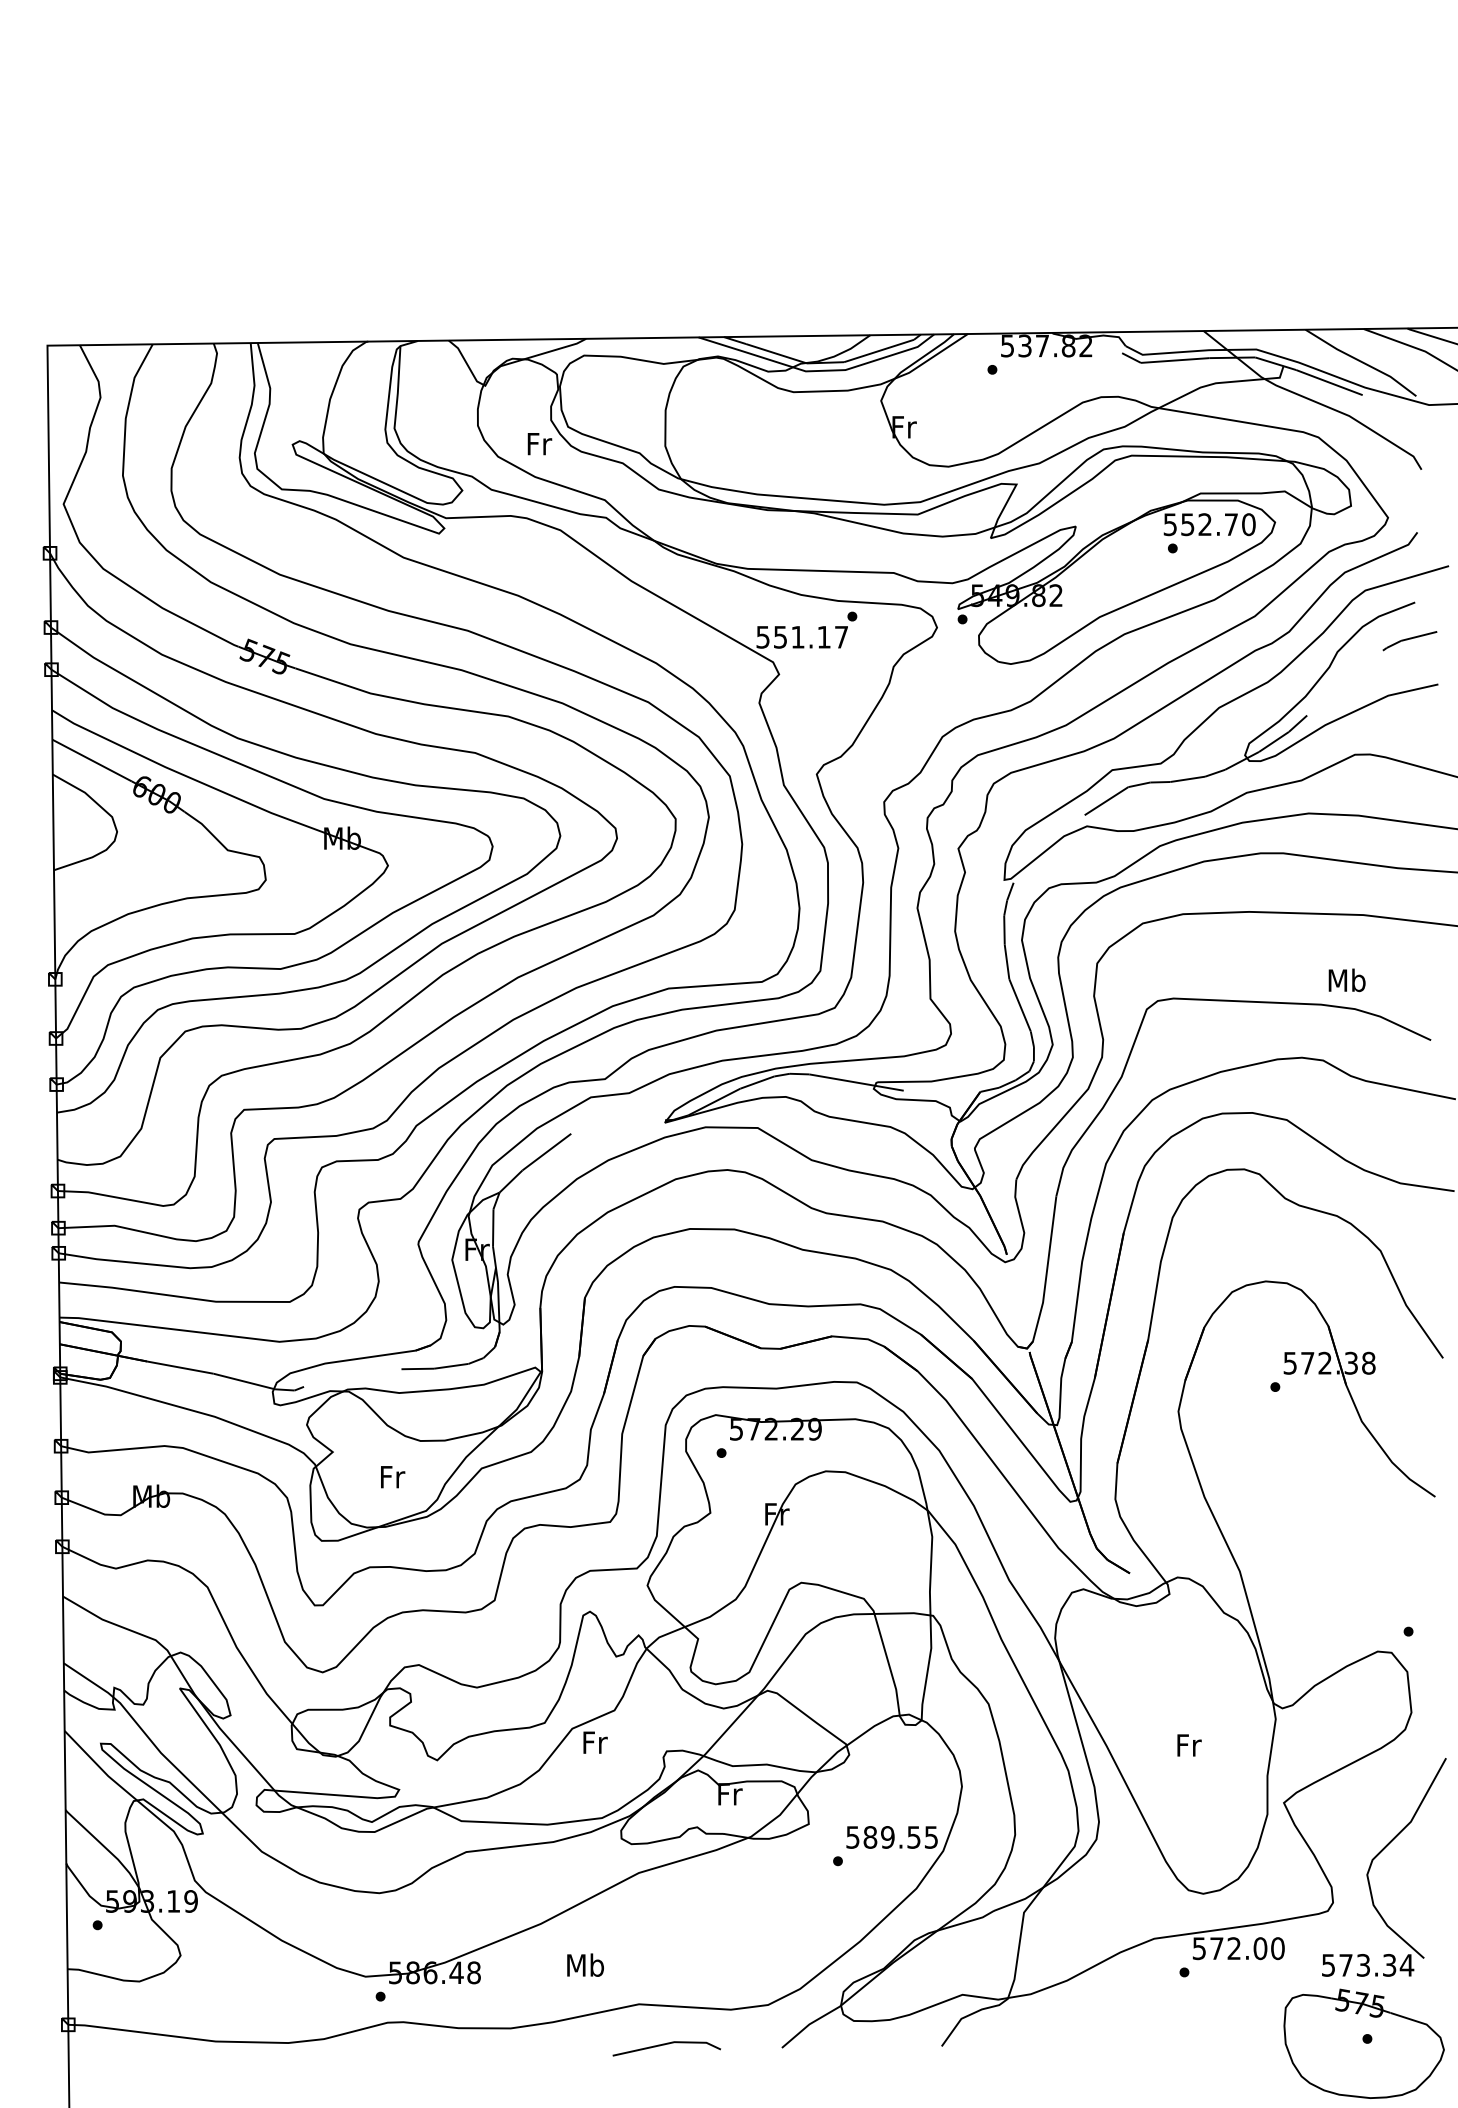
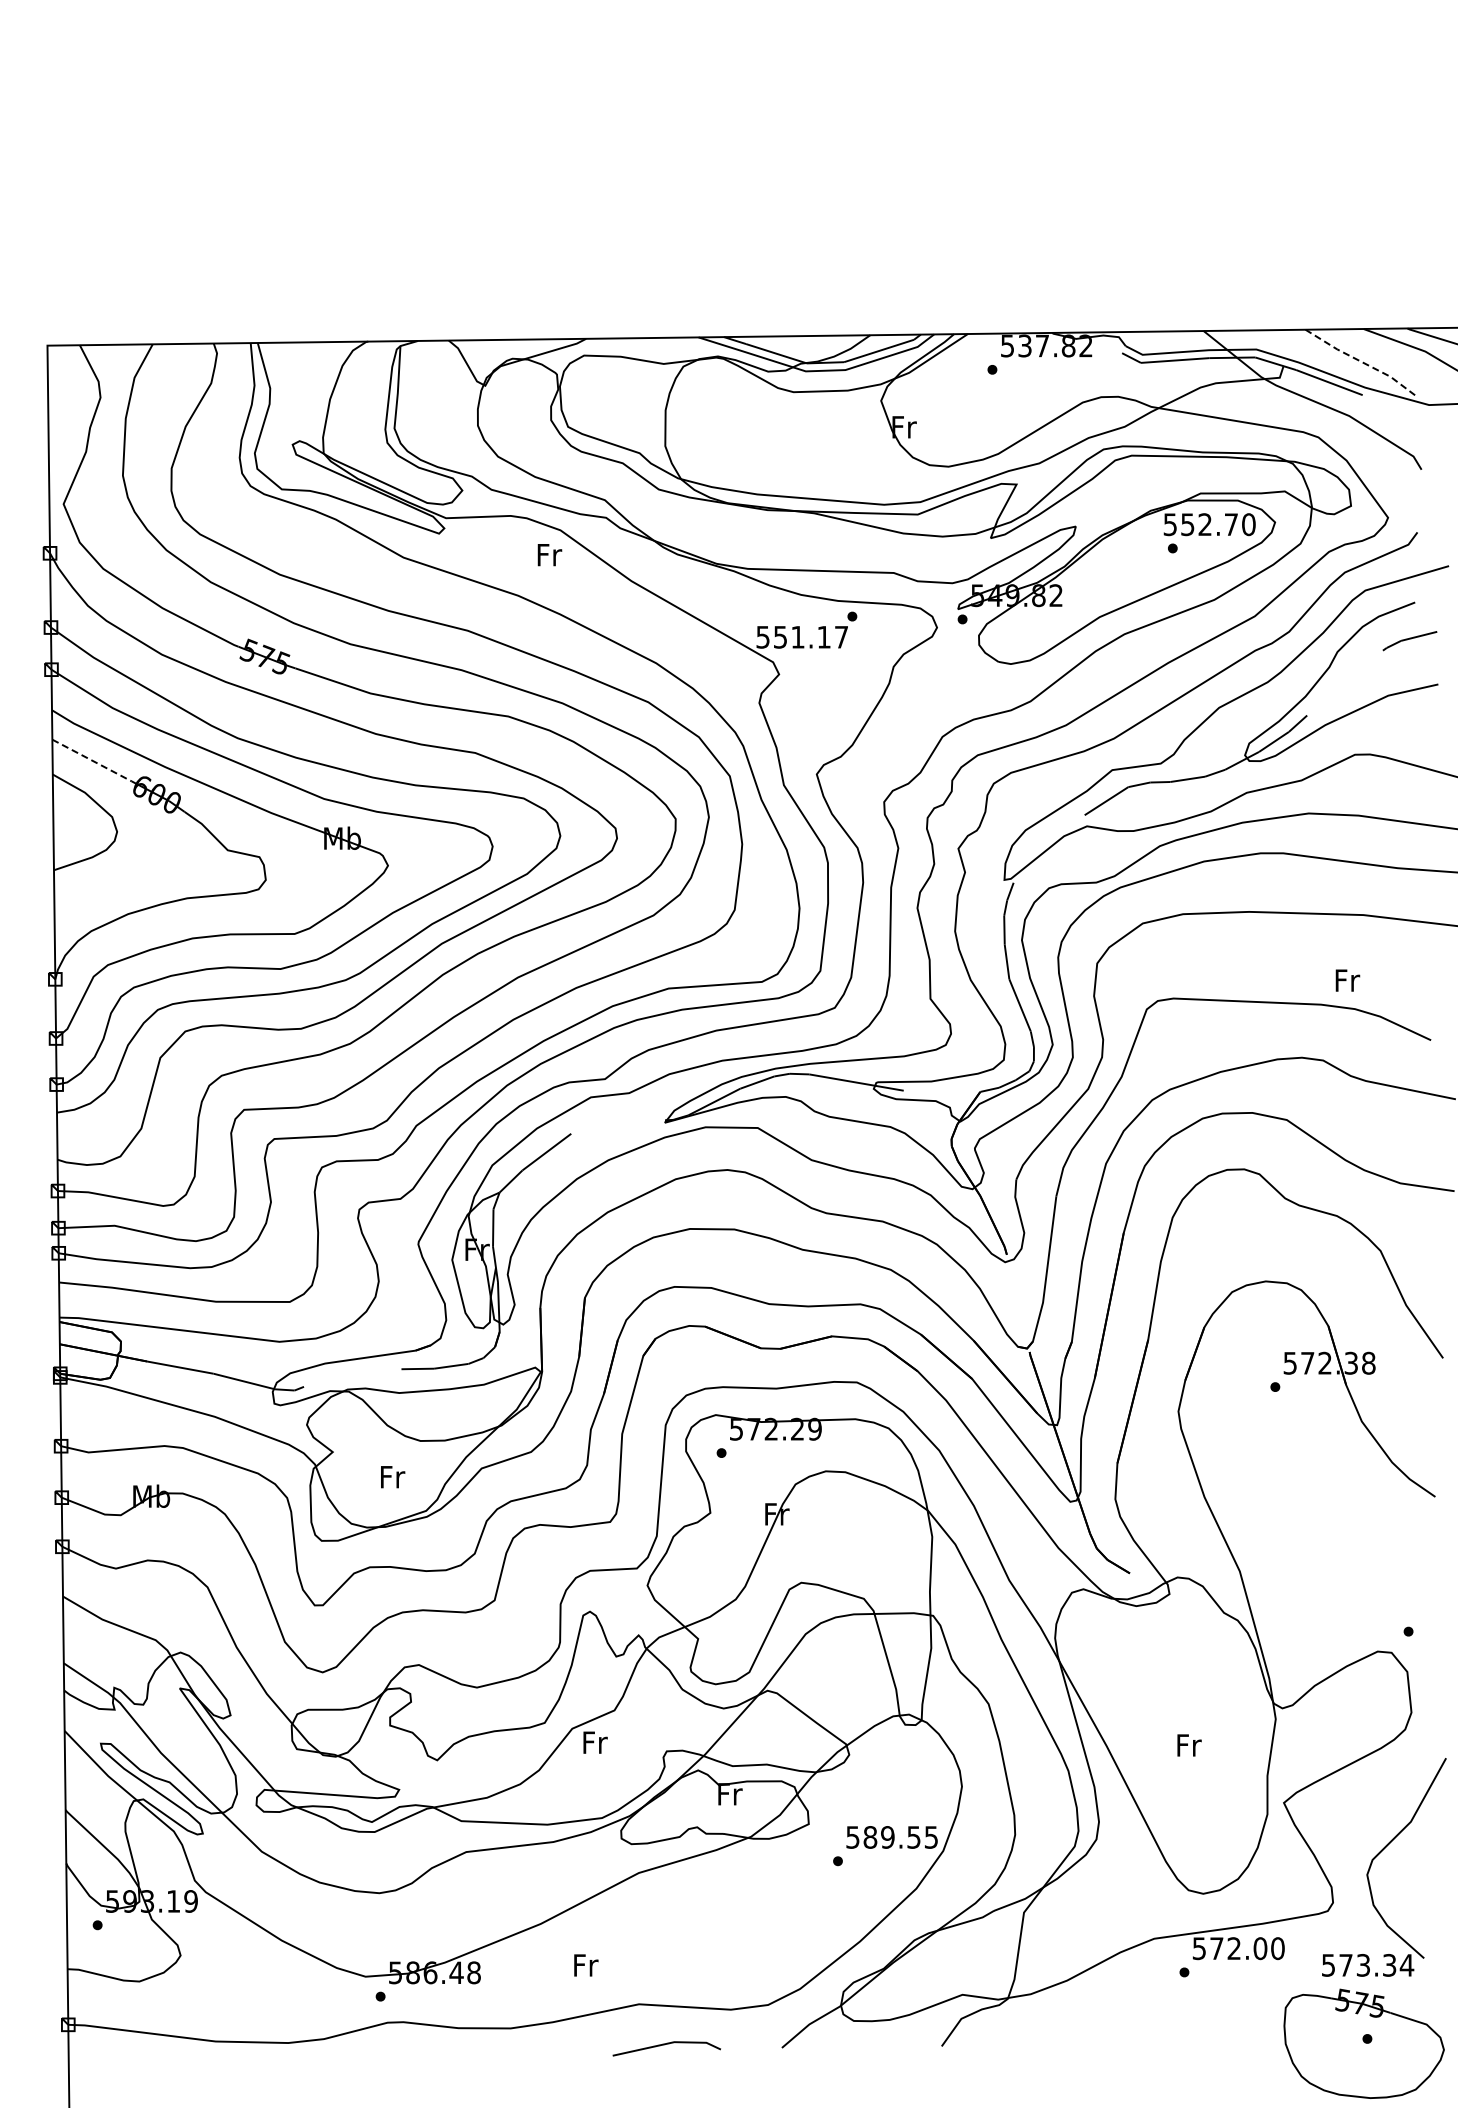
line at (1362, 362): solid -> dashed
text at (539, 444) position: (539, 444) -> (549, 555)
line at (92, 760): solid -> dashed
text at (1346, 980): Mb -> Fr
text at (585, 1964): Mb -> Fr
